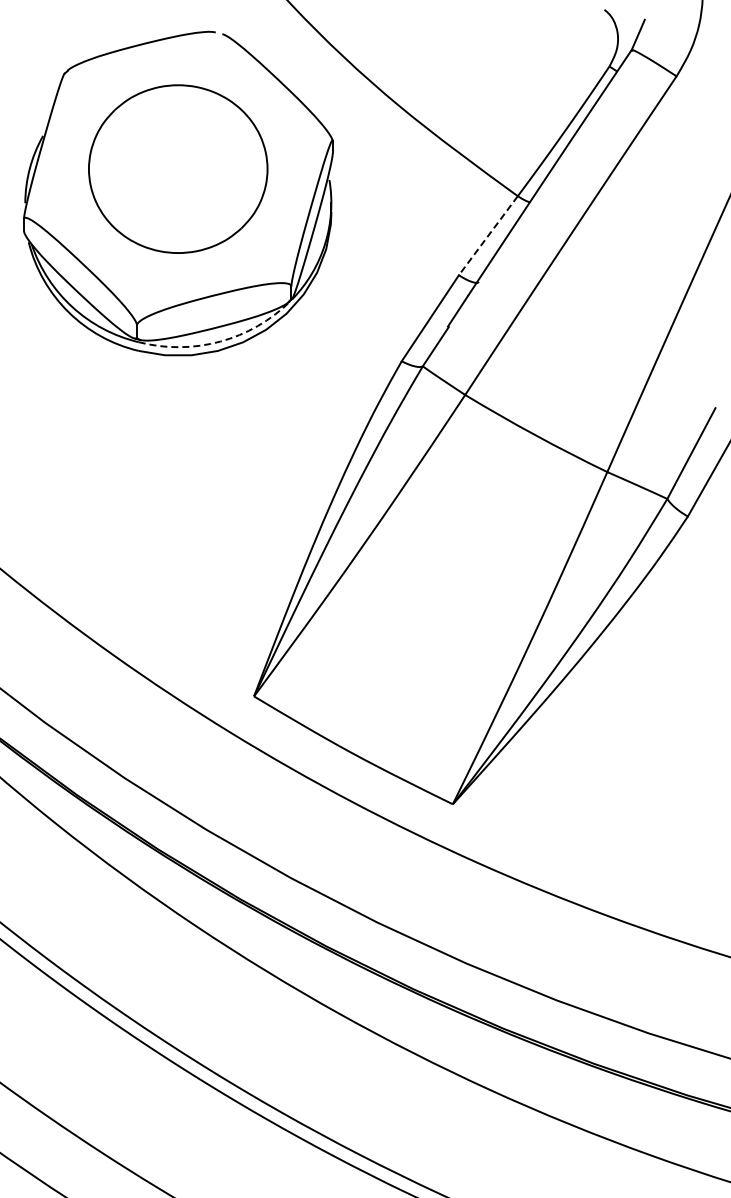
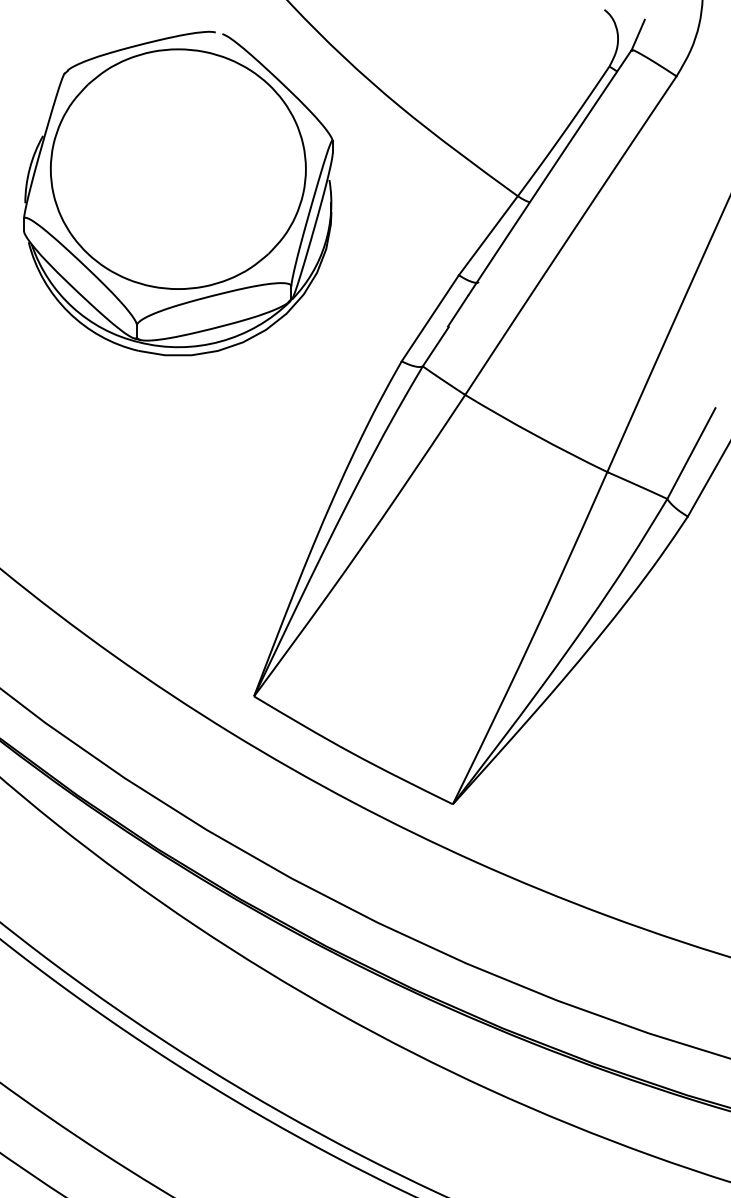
part at (178, 168) size: 181x170 px -> 258x242 px
line at (488, 236): dashed -> solid
arc at (220, 341): dashed -> solid
